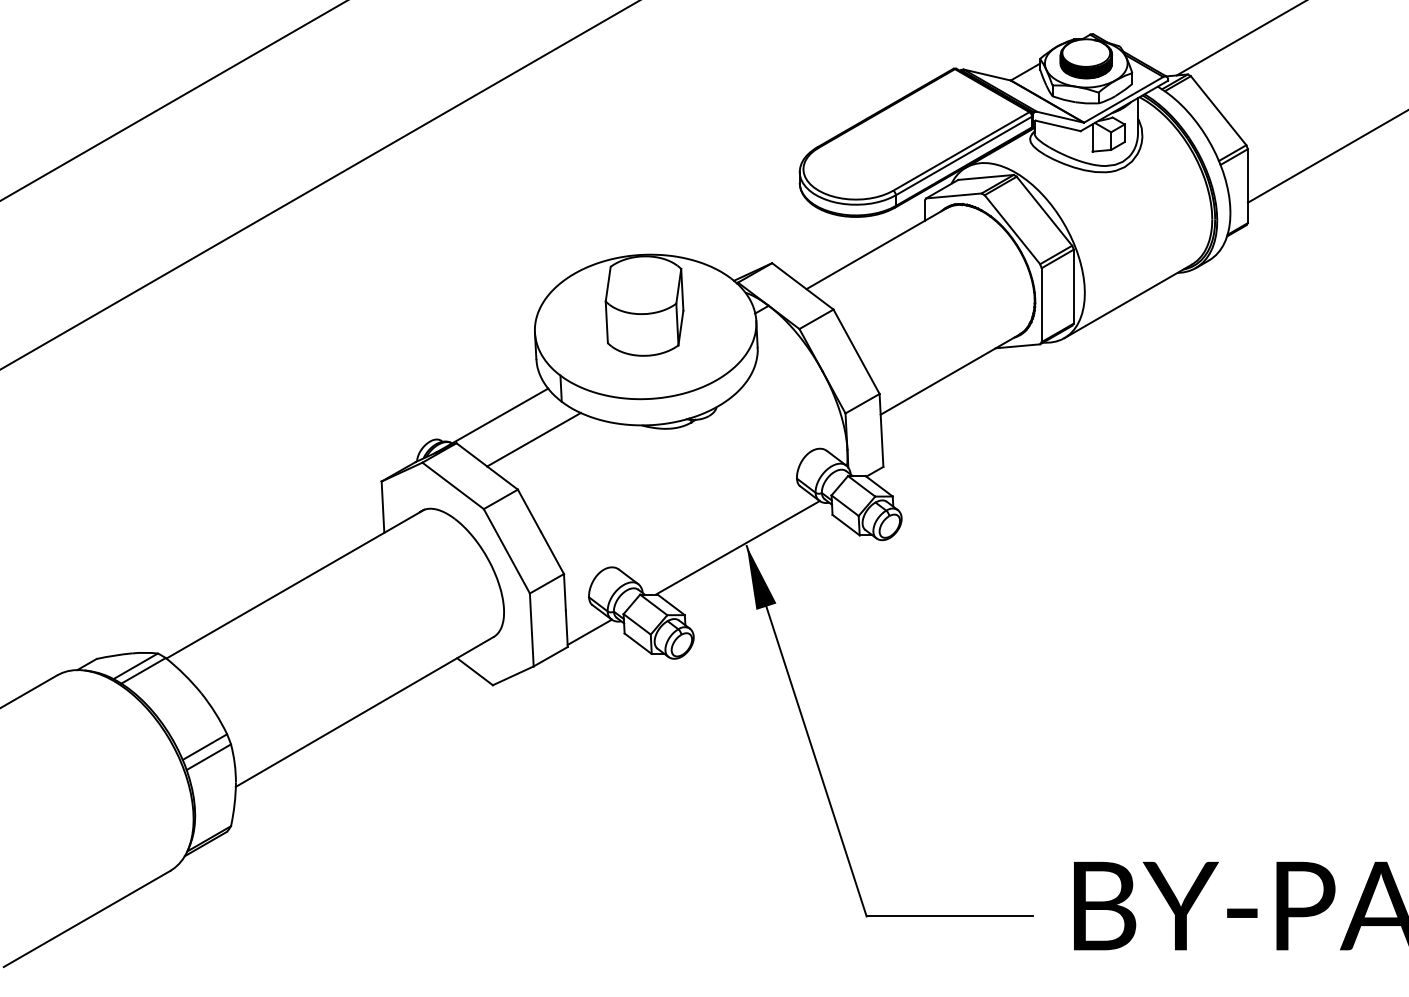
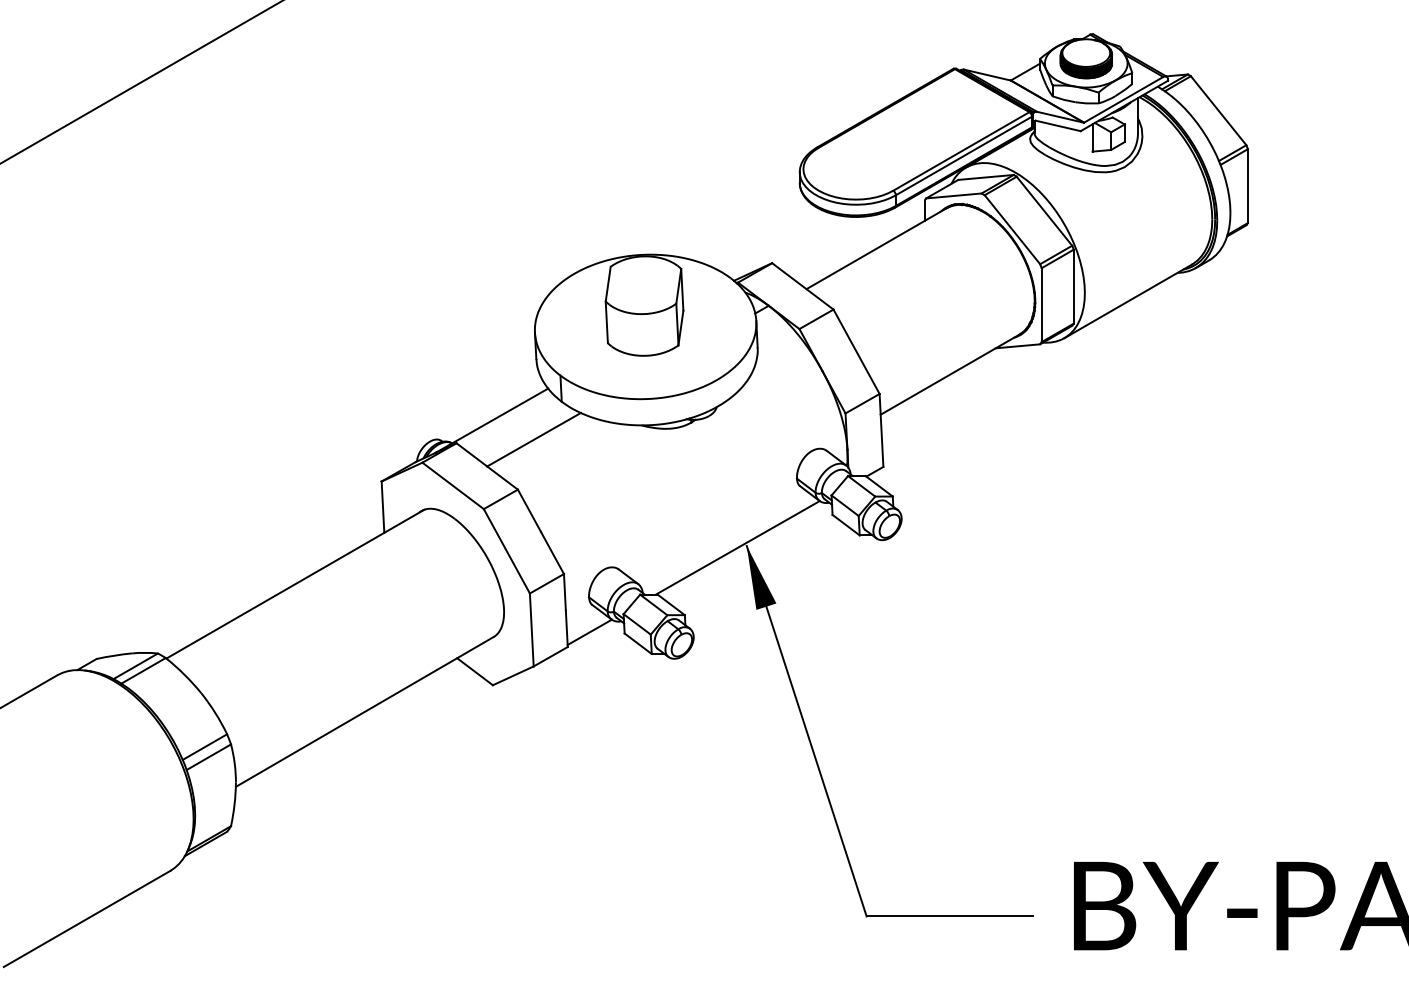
line at (1239, 38): present -> none
line at (173, 100) position: (173, 100) -> (140, 82)
line at (1326, 156): present -> none
line at (319, 185): present -> none
